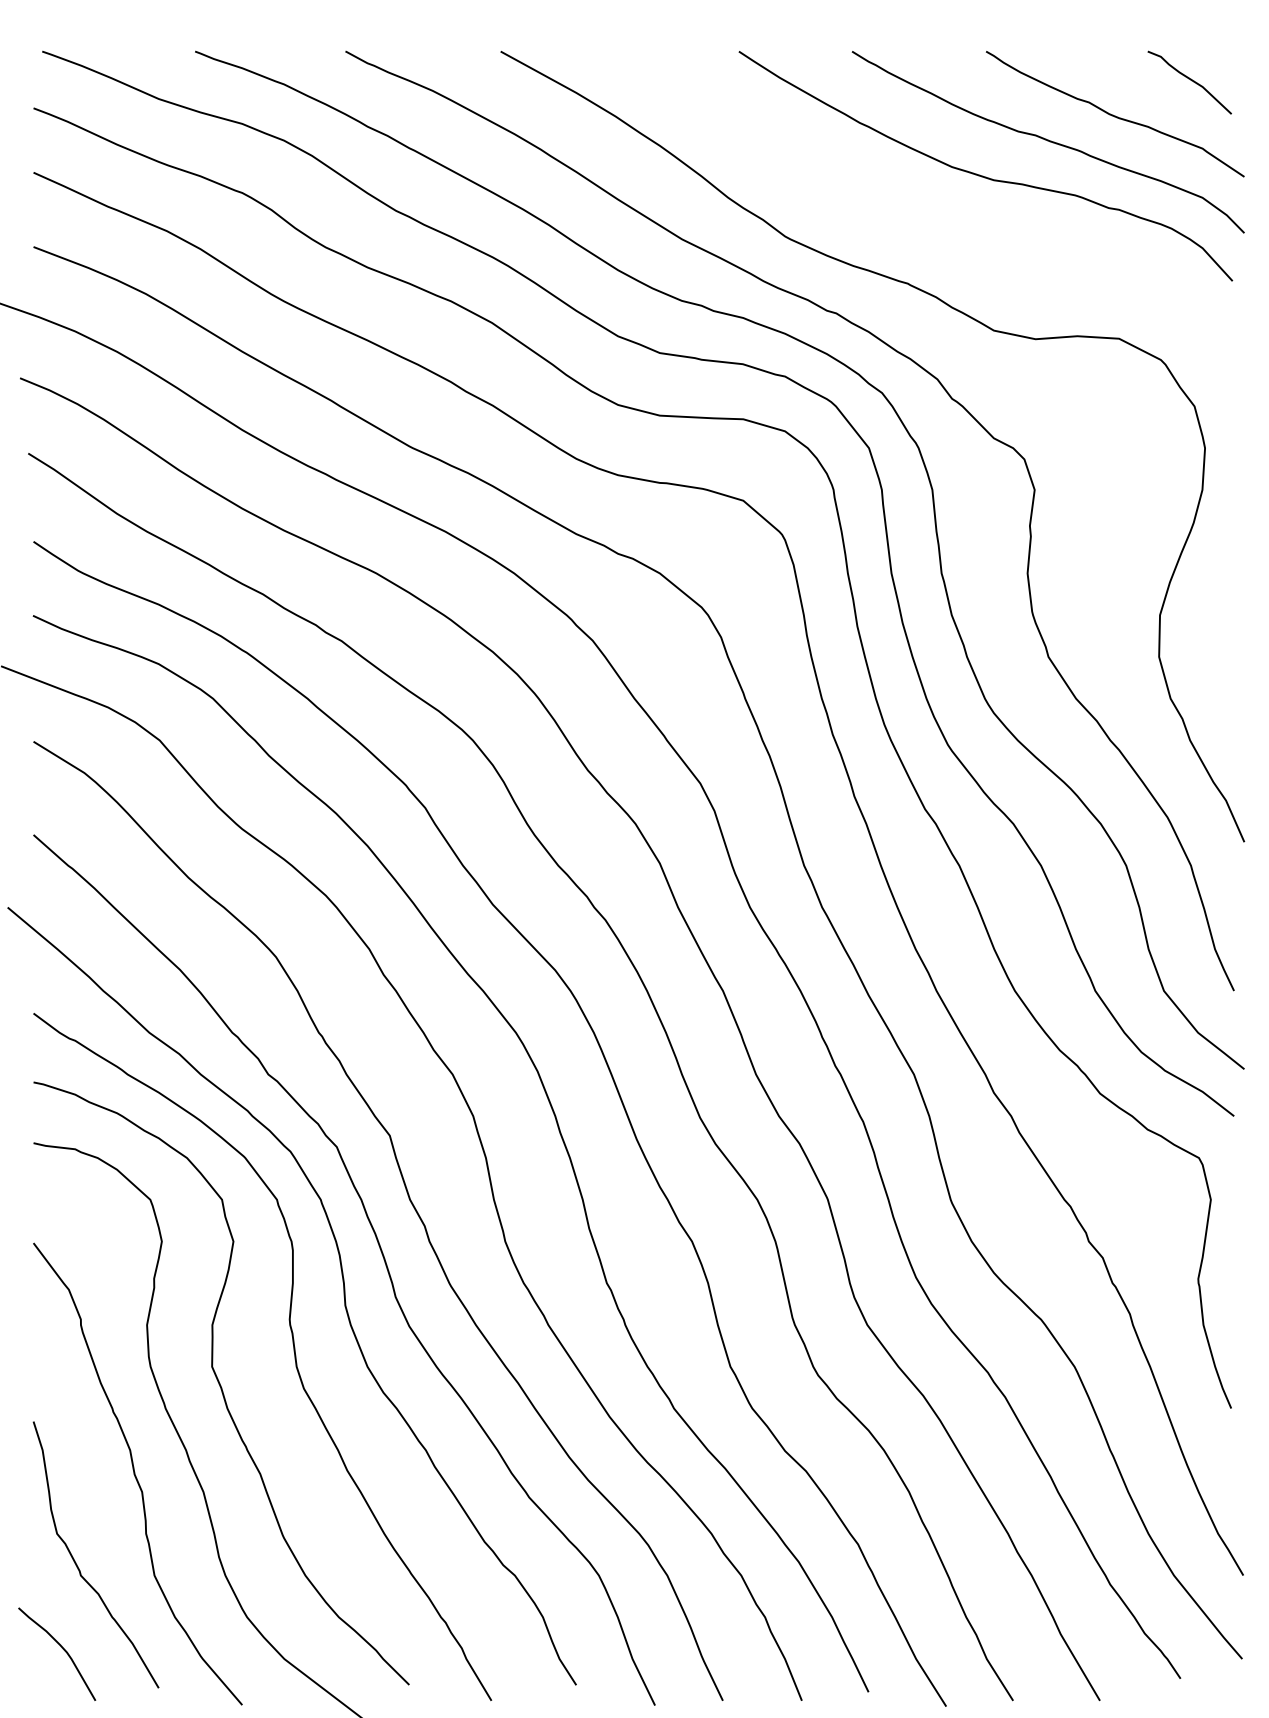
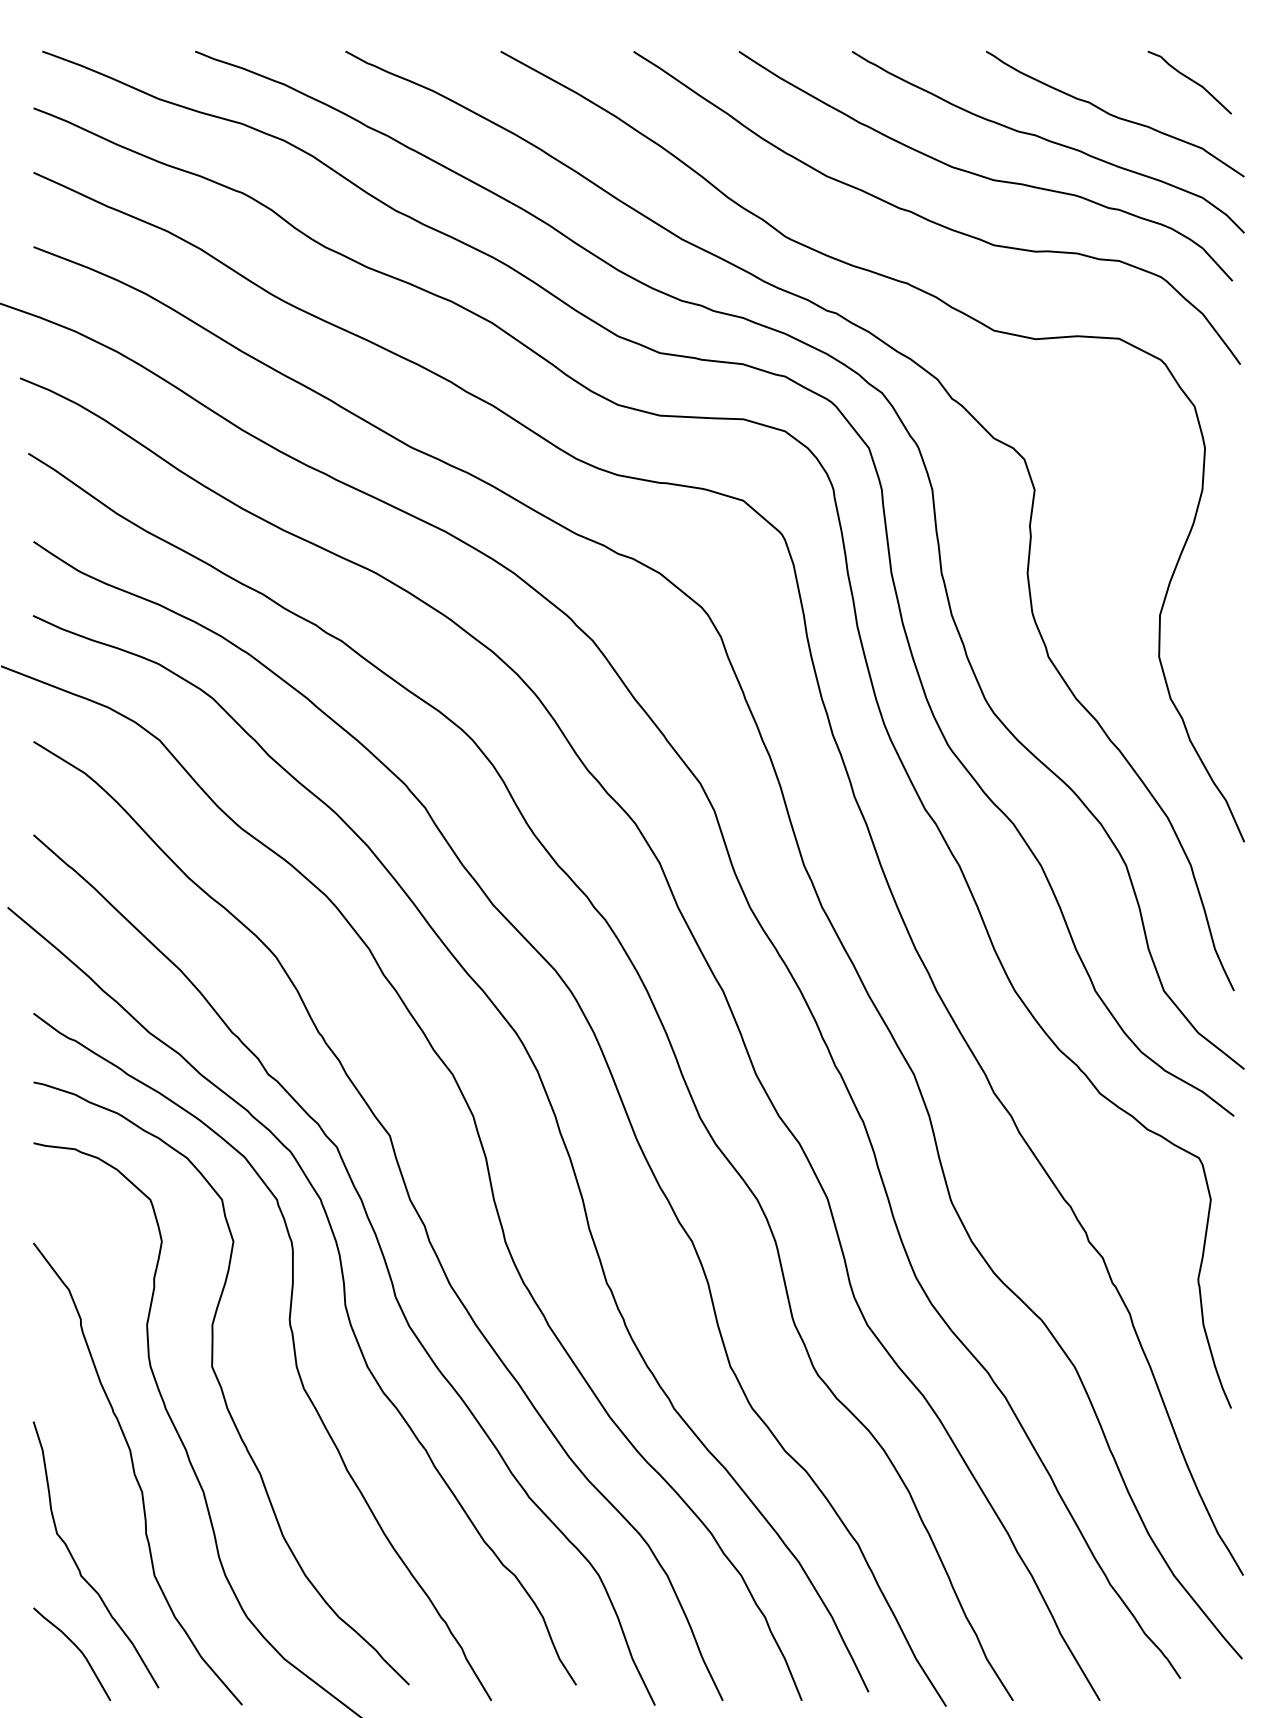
curve at (929, 219): none -> present
curve at (62, 1649) position: (62, 1649) -> (77, 1649)
